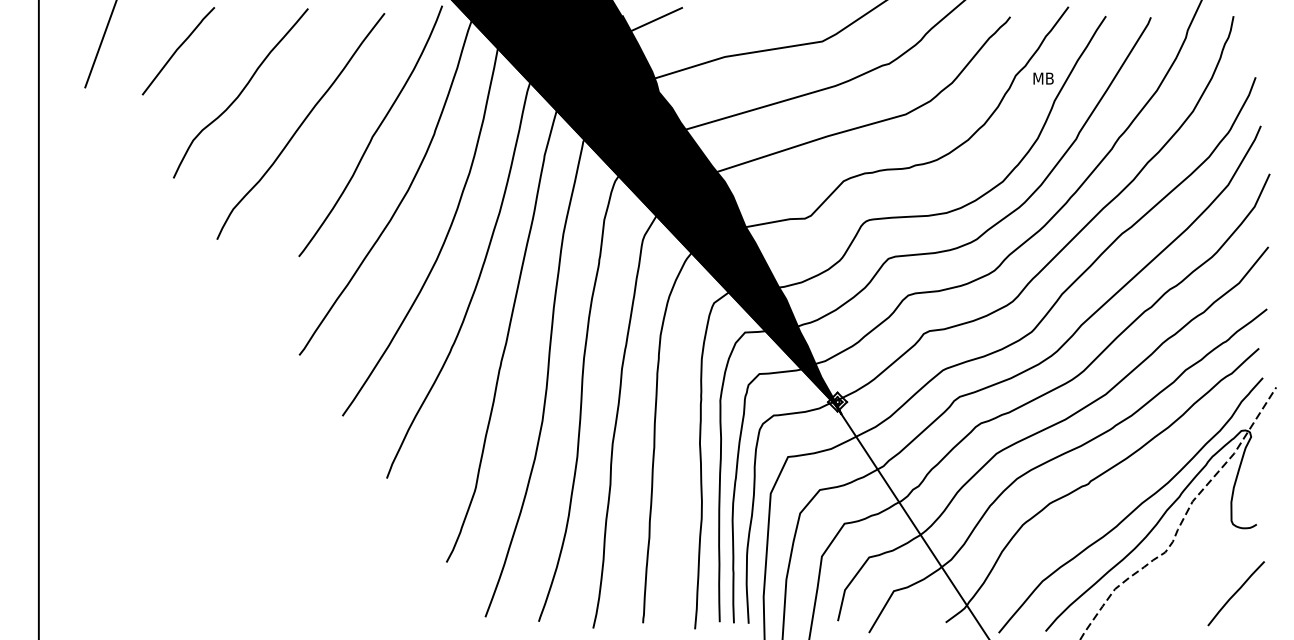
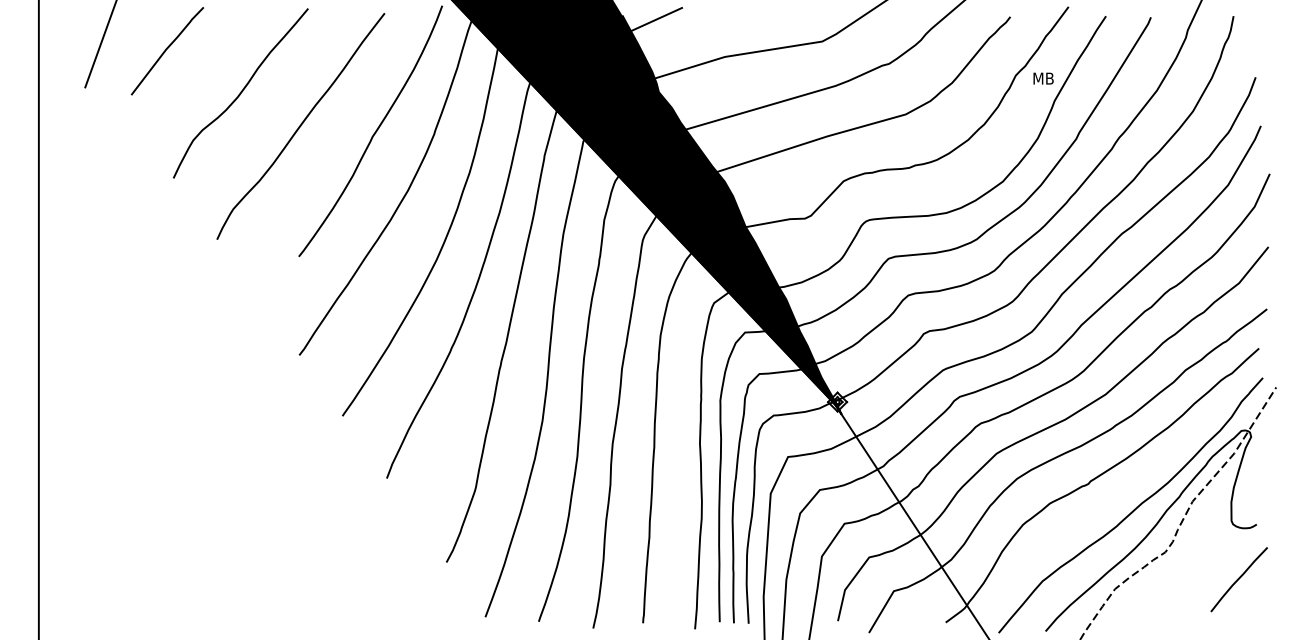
curve at (177, 50) position: (177, 50) -> (166, 50)
curve at (1235, 593) position: (1235, 593) -> (1238, 579)
